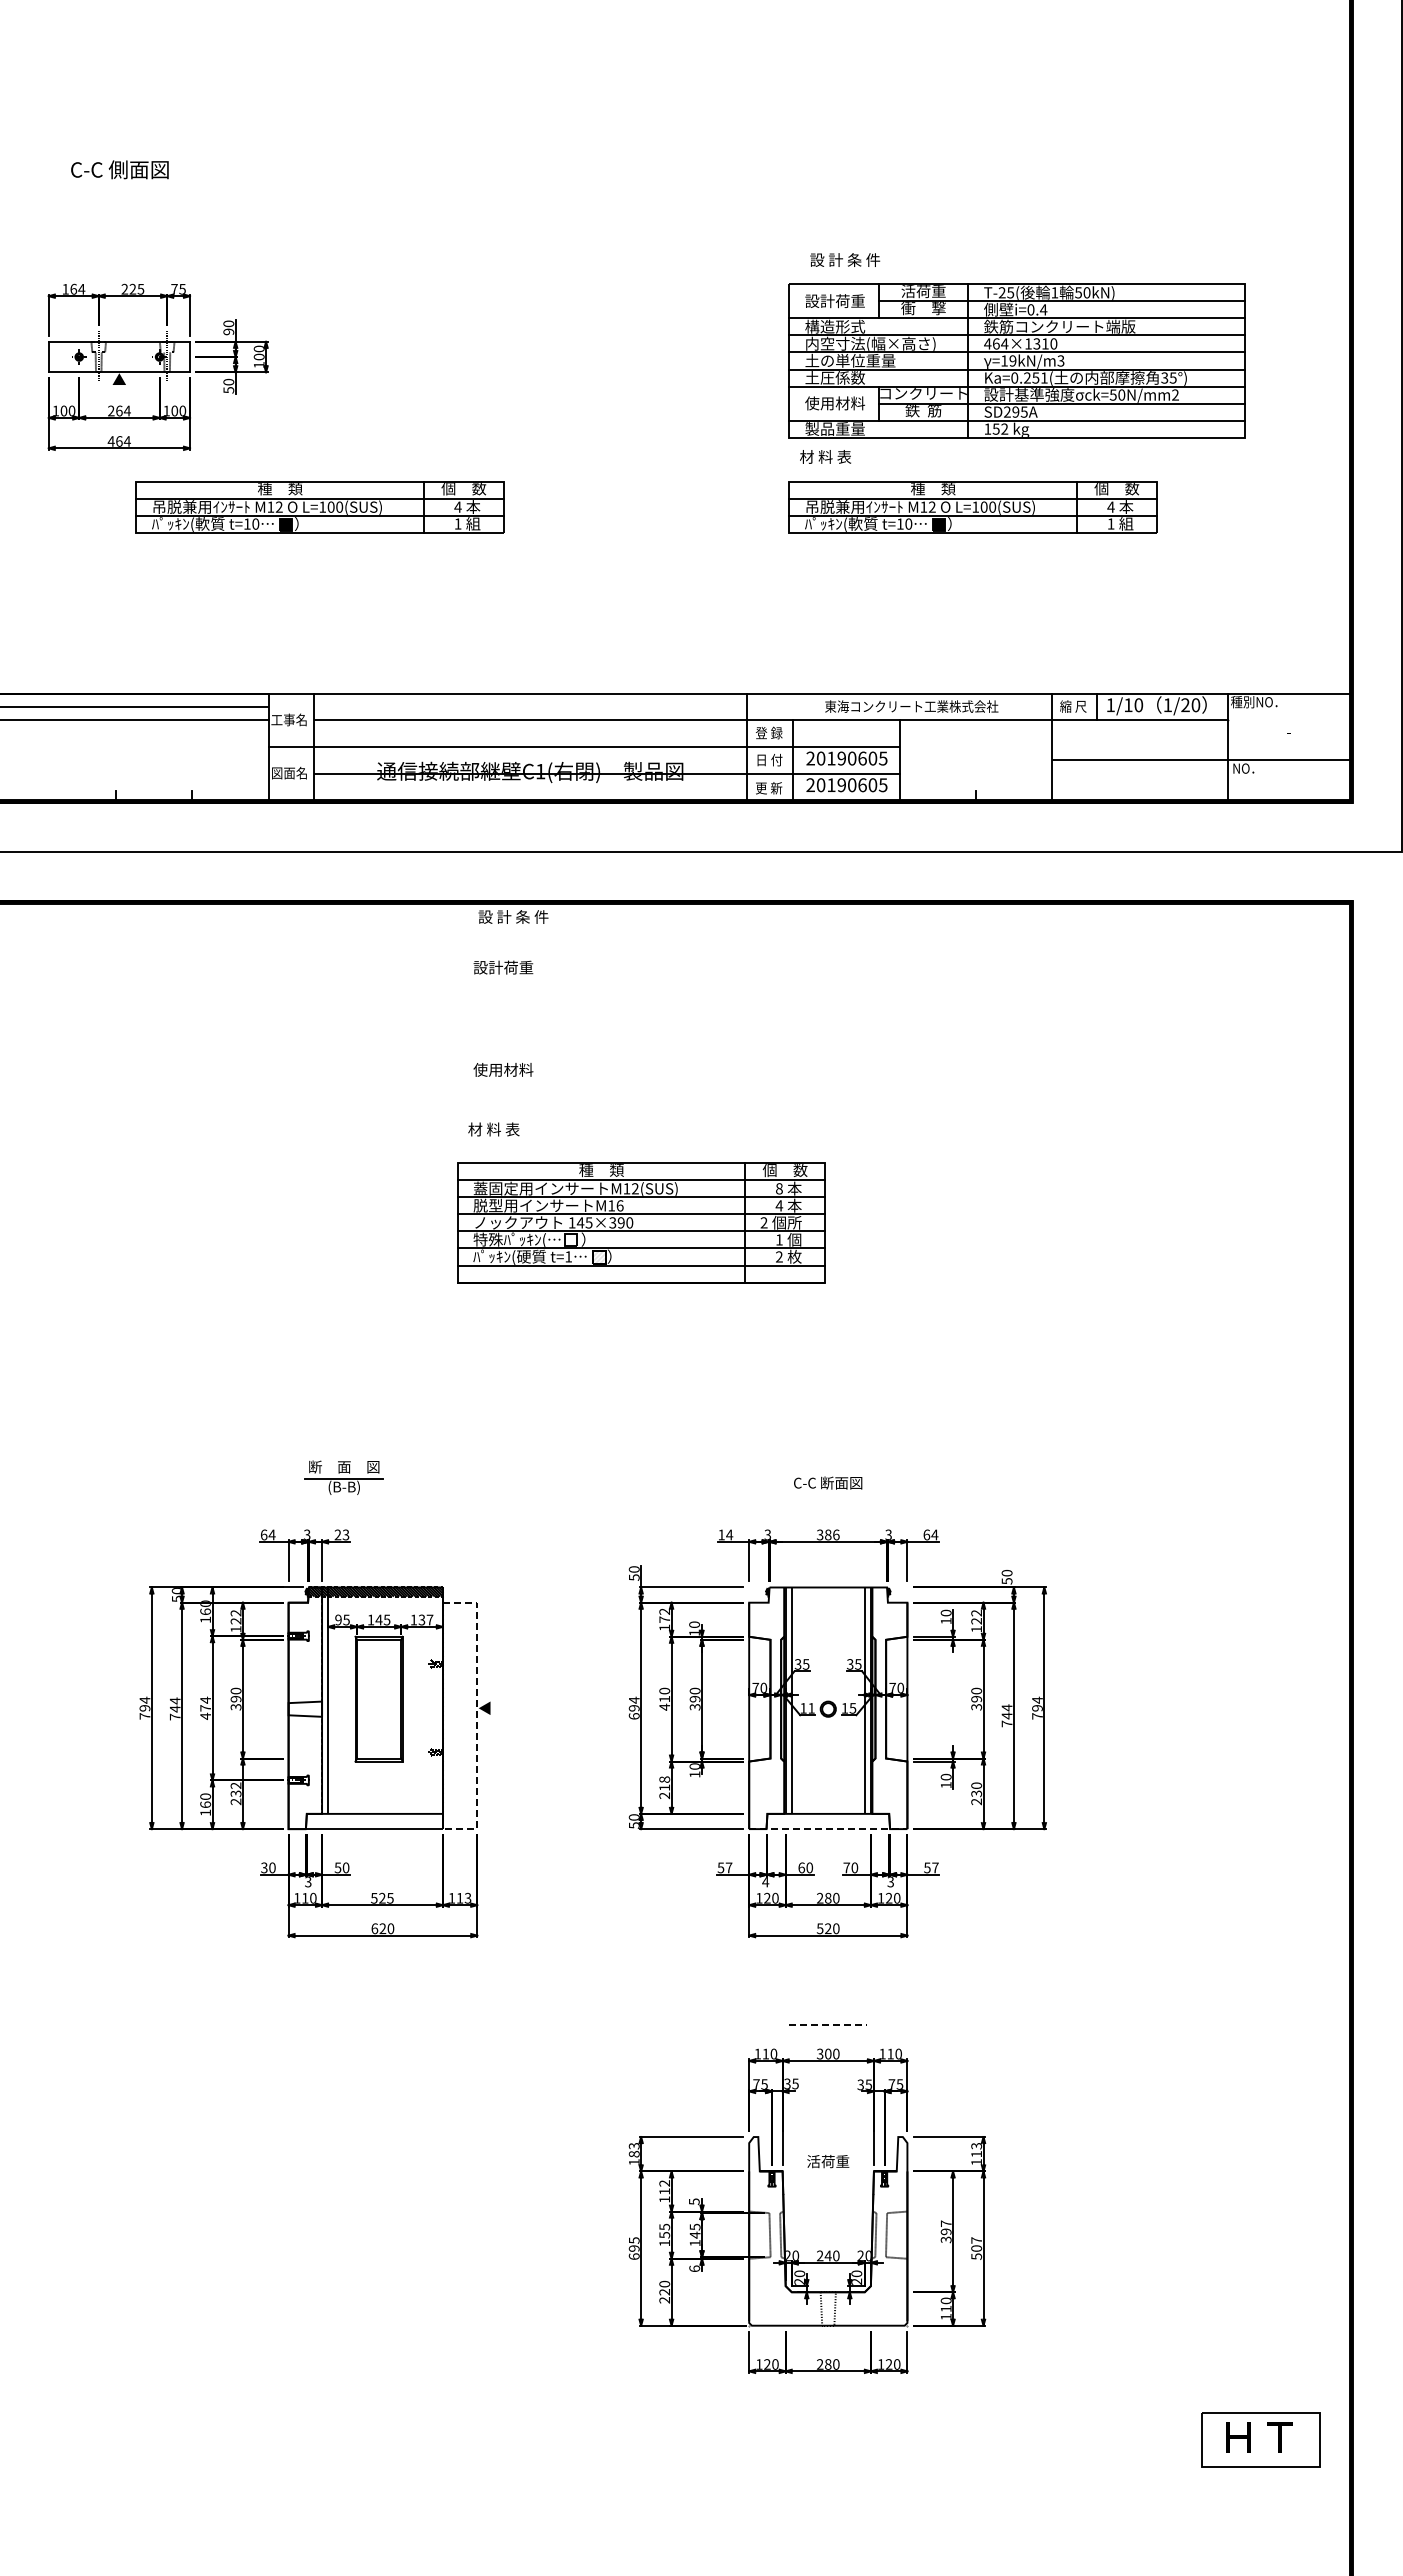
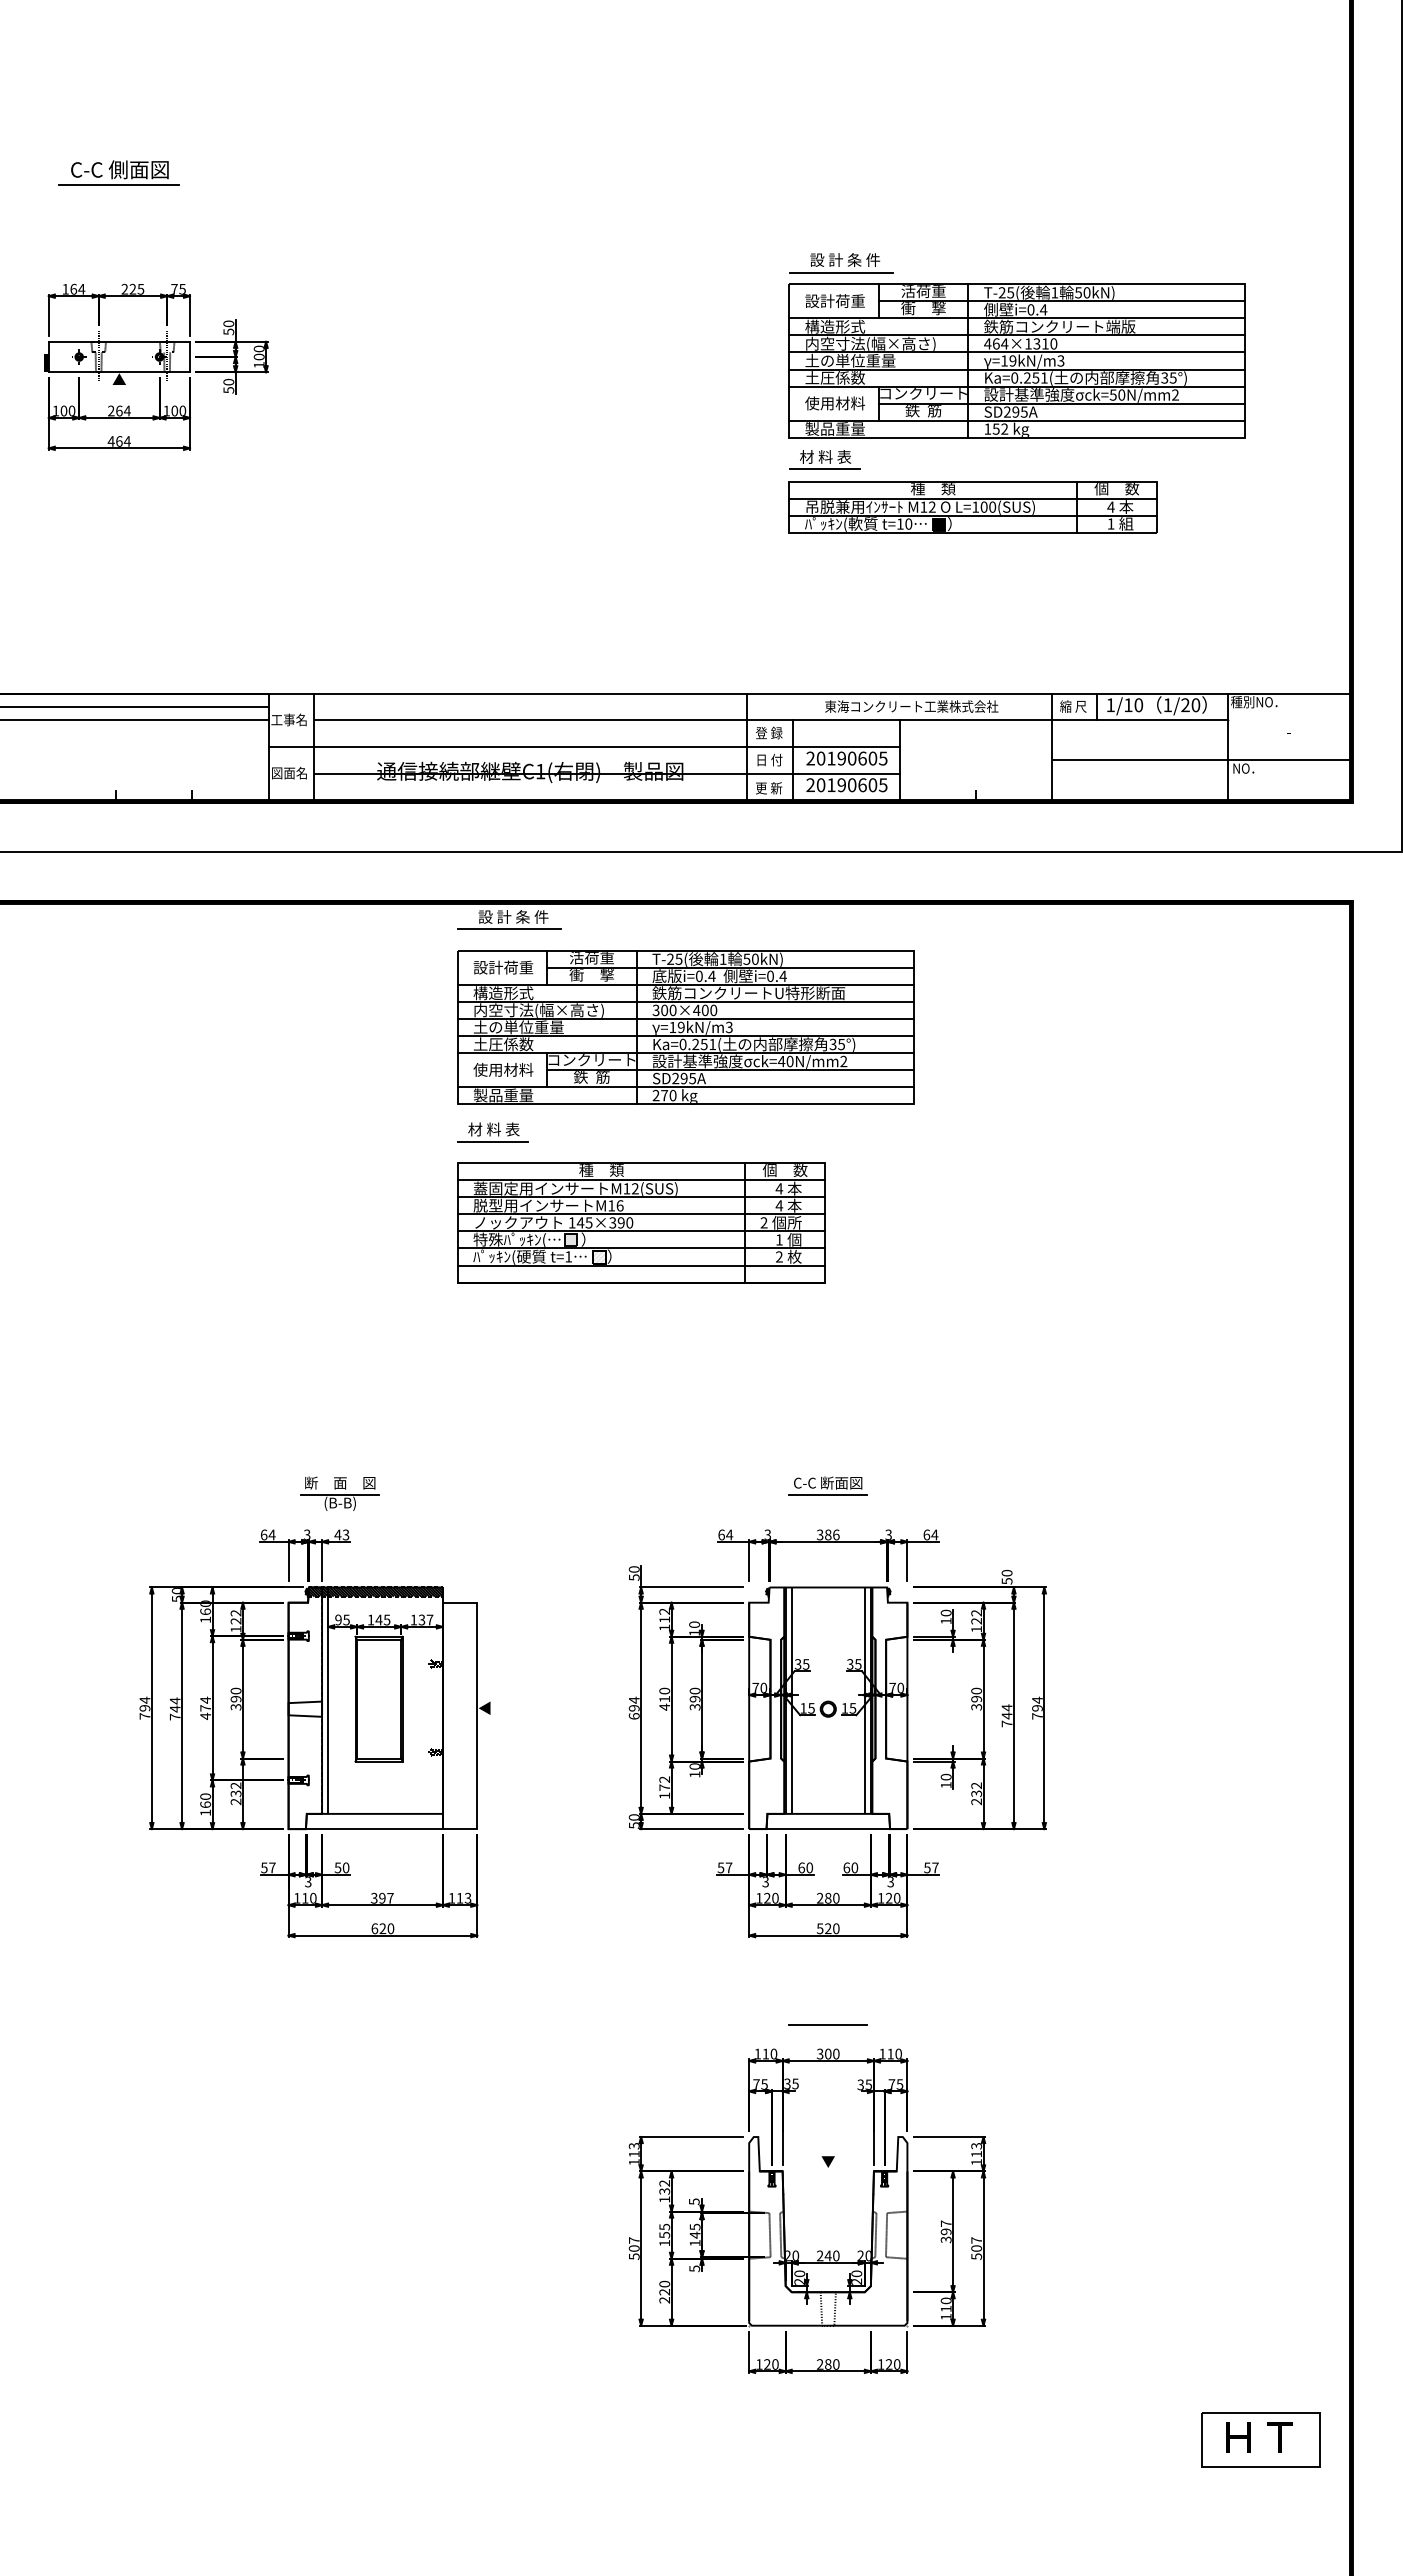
line at (119, 185): none -> present
line at (841, 272): none -> present
text at (228, 331): 90 -> 50
fill at (45, 363): none -> present
line at (824, 469): none -> present
part at (319, 507): present -> none
line at (509, 929): none -> present
part at (685, 1027): none -> present
line at (493, 1141): none -> present
text at (779, 1188): 8 -> 4
hatch at (570, 1239): none -> present
part at (343, 1477) position: (343, 1477) -> (339, 1493)
line at (828, 1494): none -> present
text at (337, 1534): 23 -> 43
text at (721, 1534): 14 -> 64
text at (664, 1619): 172 -> 112
text at (811, 1708): 11 -> 15
line at (477, 1716): dashed -> solid
text at (976, 1785): 230 -> 232
text at (664, 1787): 218 -> 172
line at (828, 1829): dashed -> solid
text at (268, 1867): 30 -> 57
text at (846, 1867): 70 -> 60
text at (765, 1881): 4 -> 3
text at (382, 1897): 525 -> 397
line at (828, 2024): dashed -> solid
text at (633, 2154): 183 -> 113
text at (828, 2161): 活荷重 -> ▼
text at (664, 2191): 112 -> 132
text at (633, 2248): 695 -> 507
text at (694, 2268): 6 -> 5
